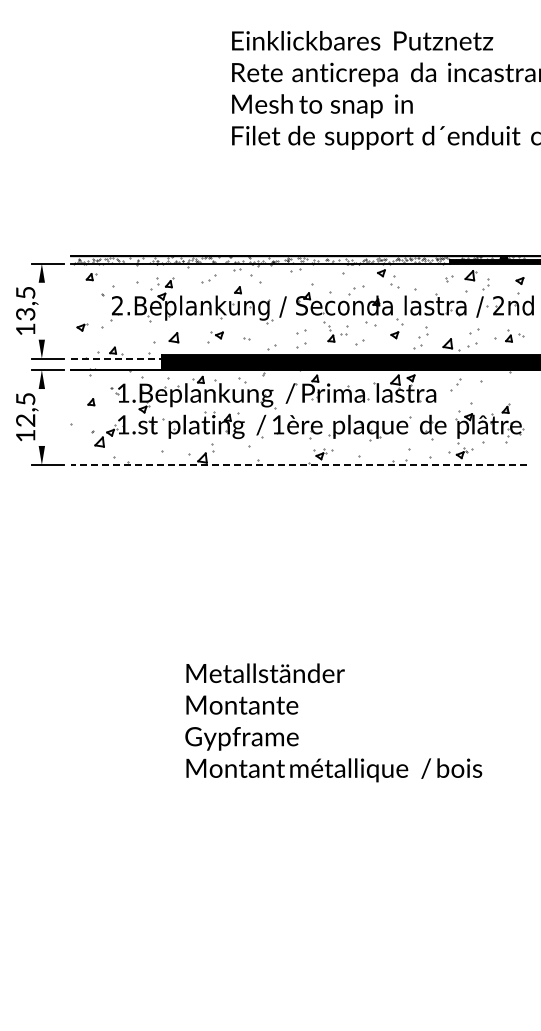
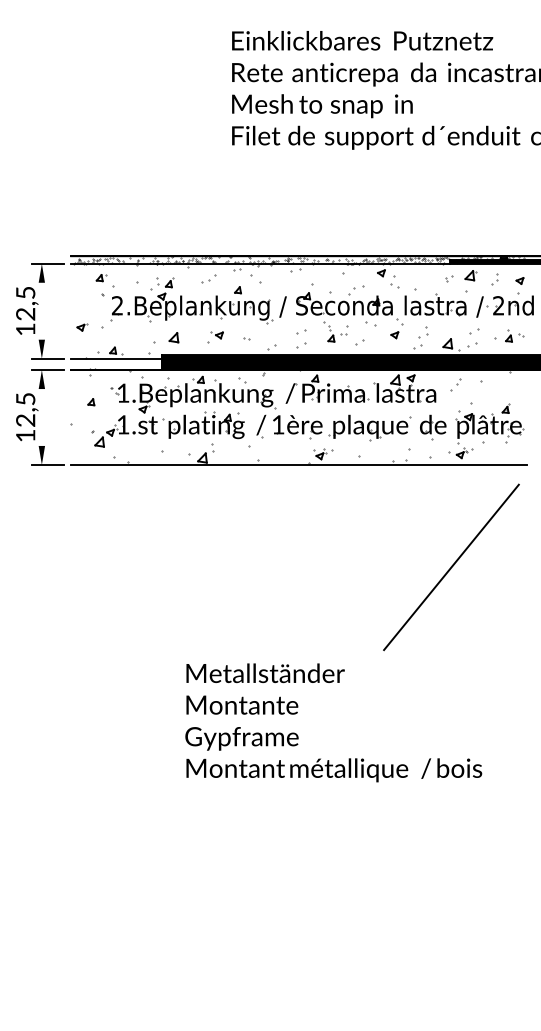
part at (91, 277) position: (91, 277) -> (101, 278)
part at (485, 284) position: (485, 284) -> (494, 279)
text at (28, 314): 13,5 -> 12,5
line at (116, 358): dashed -> solid
line at (298, 464): dashed -> solid
line at (451, 567): none -> present
